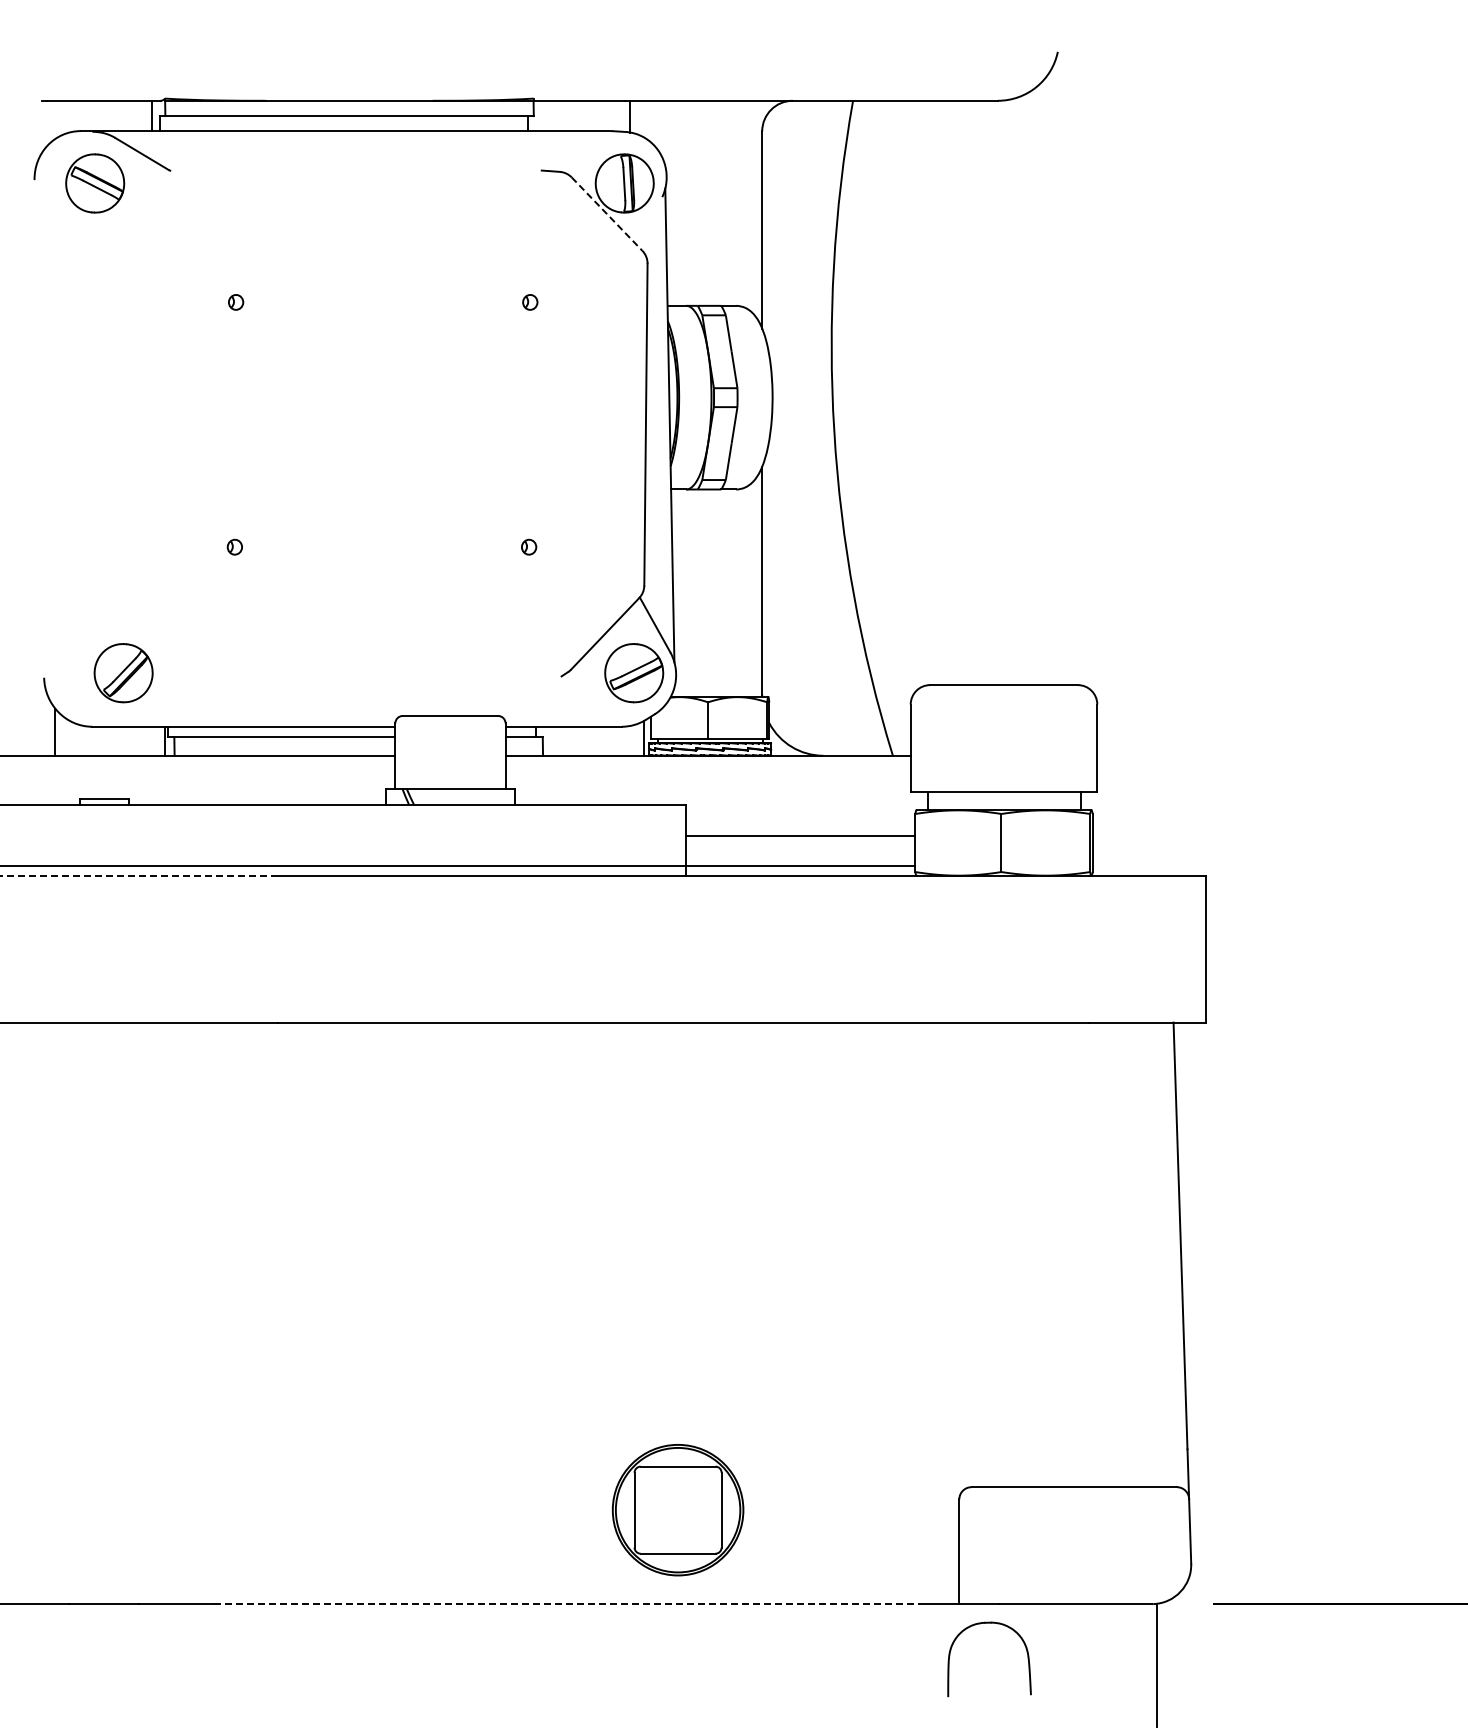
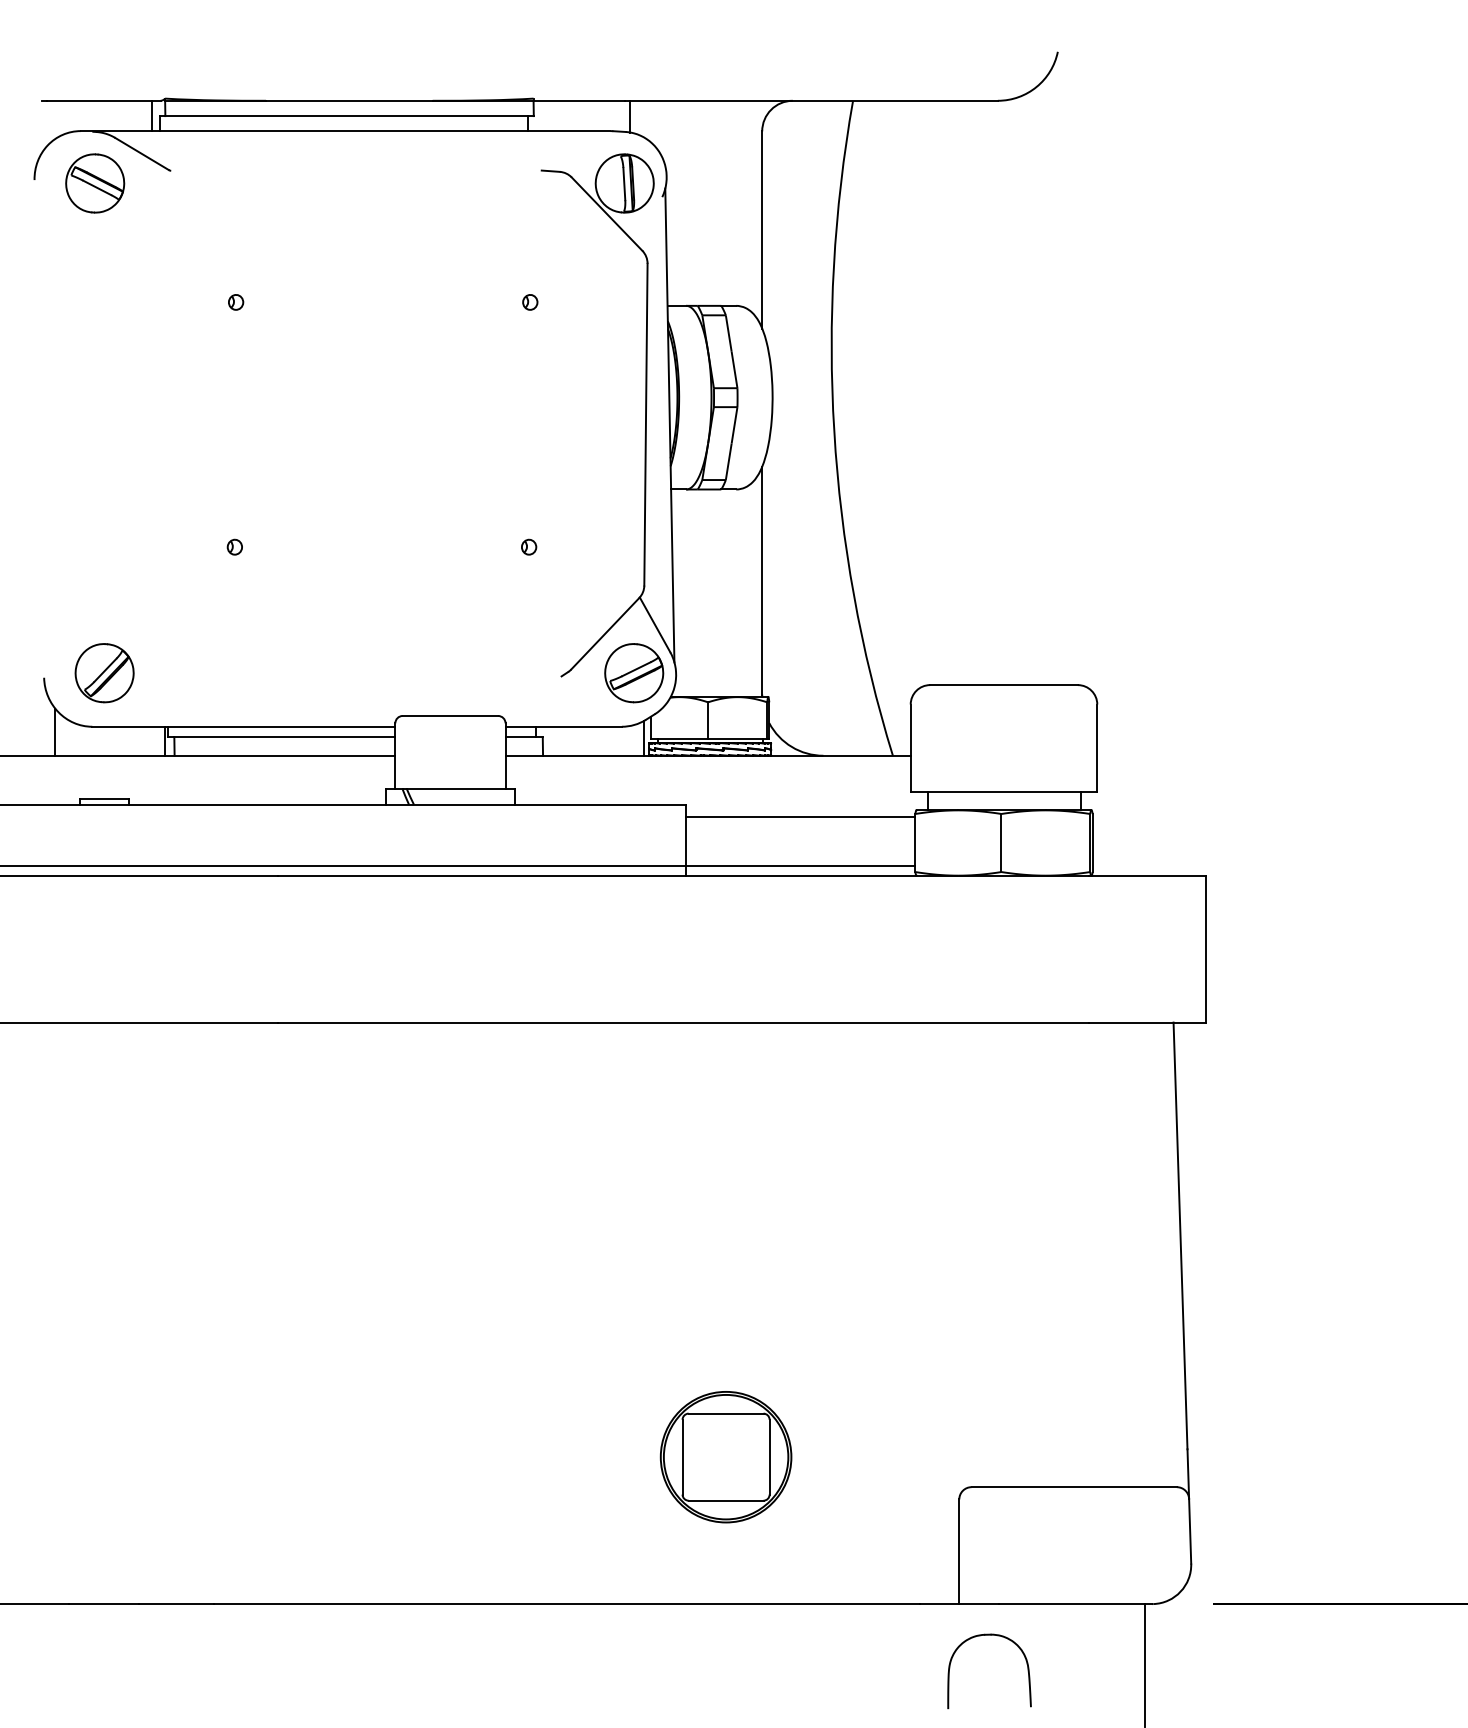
line at (607, 214): dashed -> solid
part at (123, 673) position: (123, 673) -> (104, 673)
line at (800, 835) position: (800, 835) -> (800, 816)
line at (139, 875): dashed -> solid
part at (677, 1510) position: (677, 1510) -> (725, 1457)
line at (567, 1604): dashed -> solid
part at (997, 1624) position: (997, 1624) -> (997, 1636)
line at (1156, 1664) position: (1156, 1664) -> (1144, 1664)
